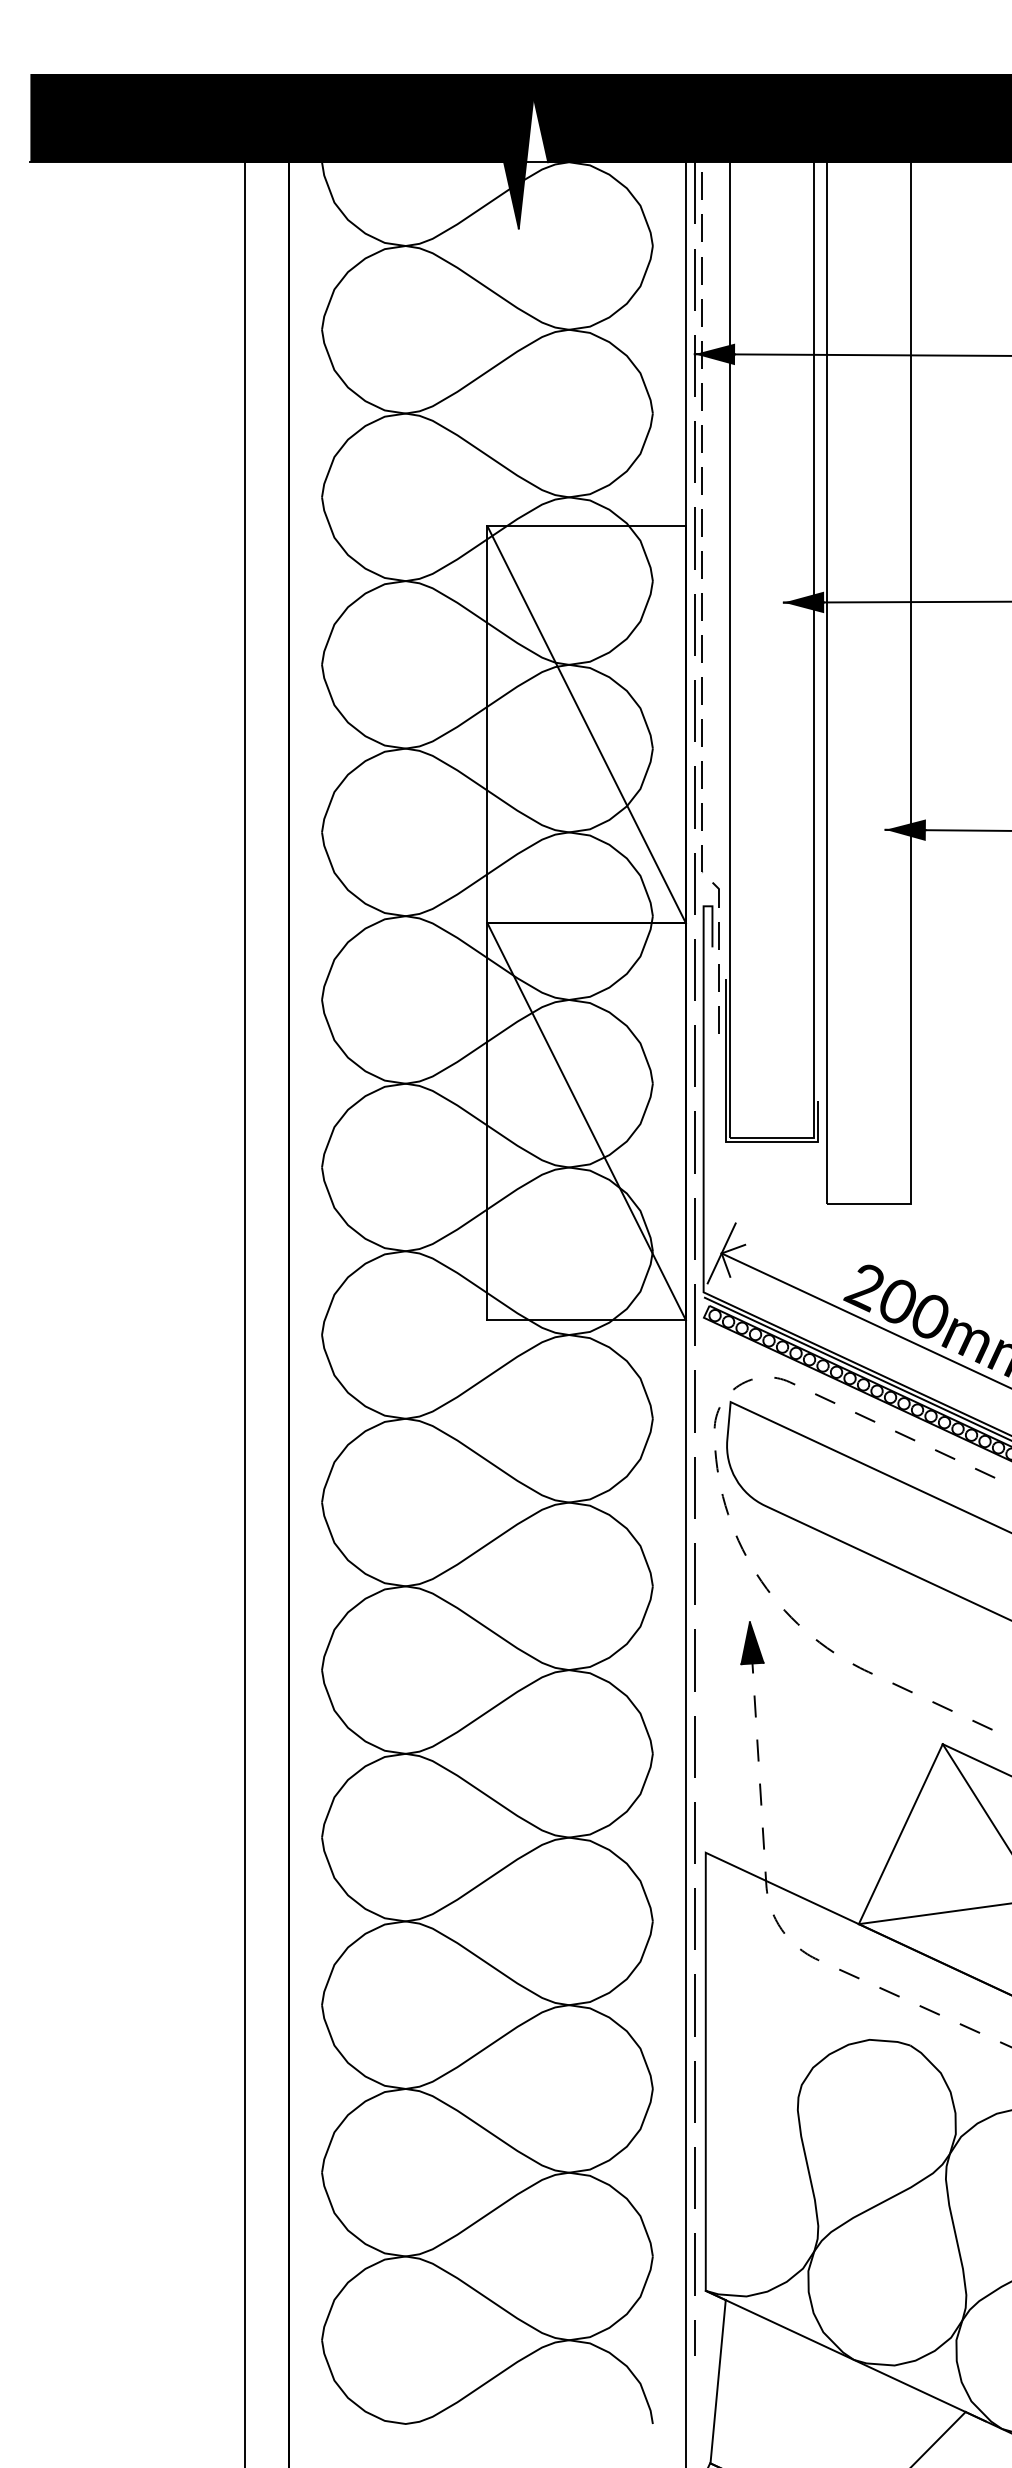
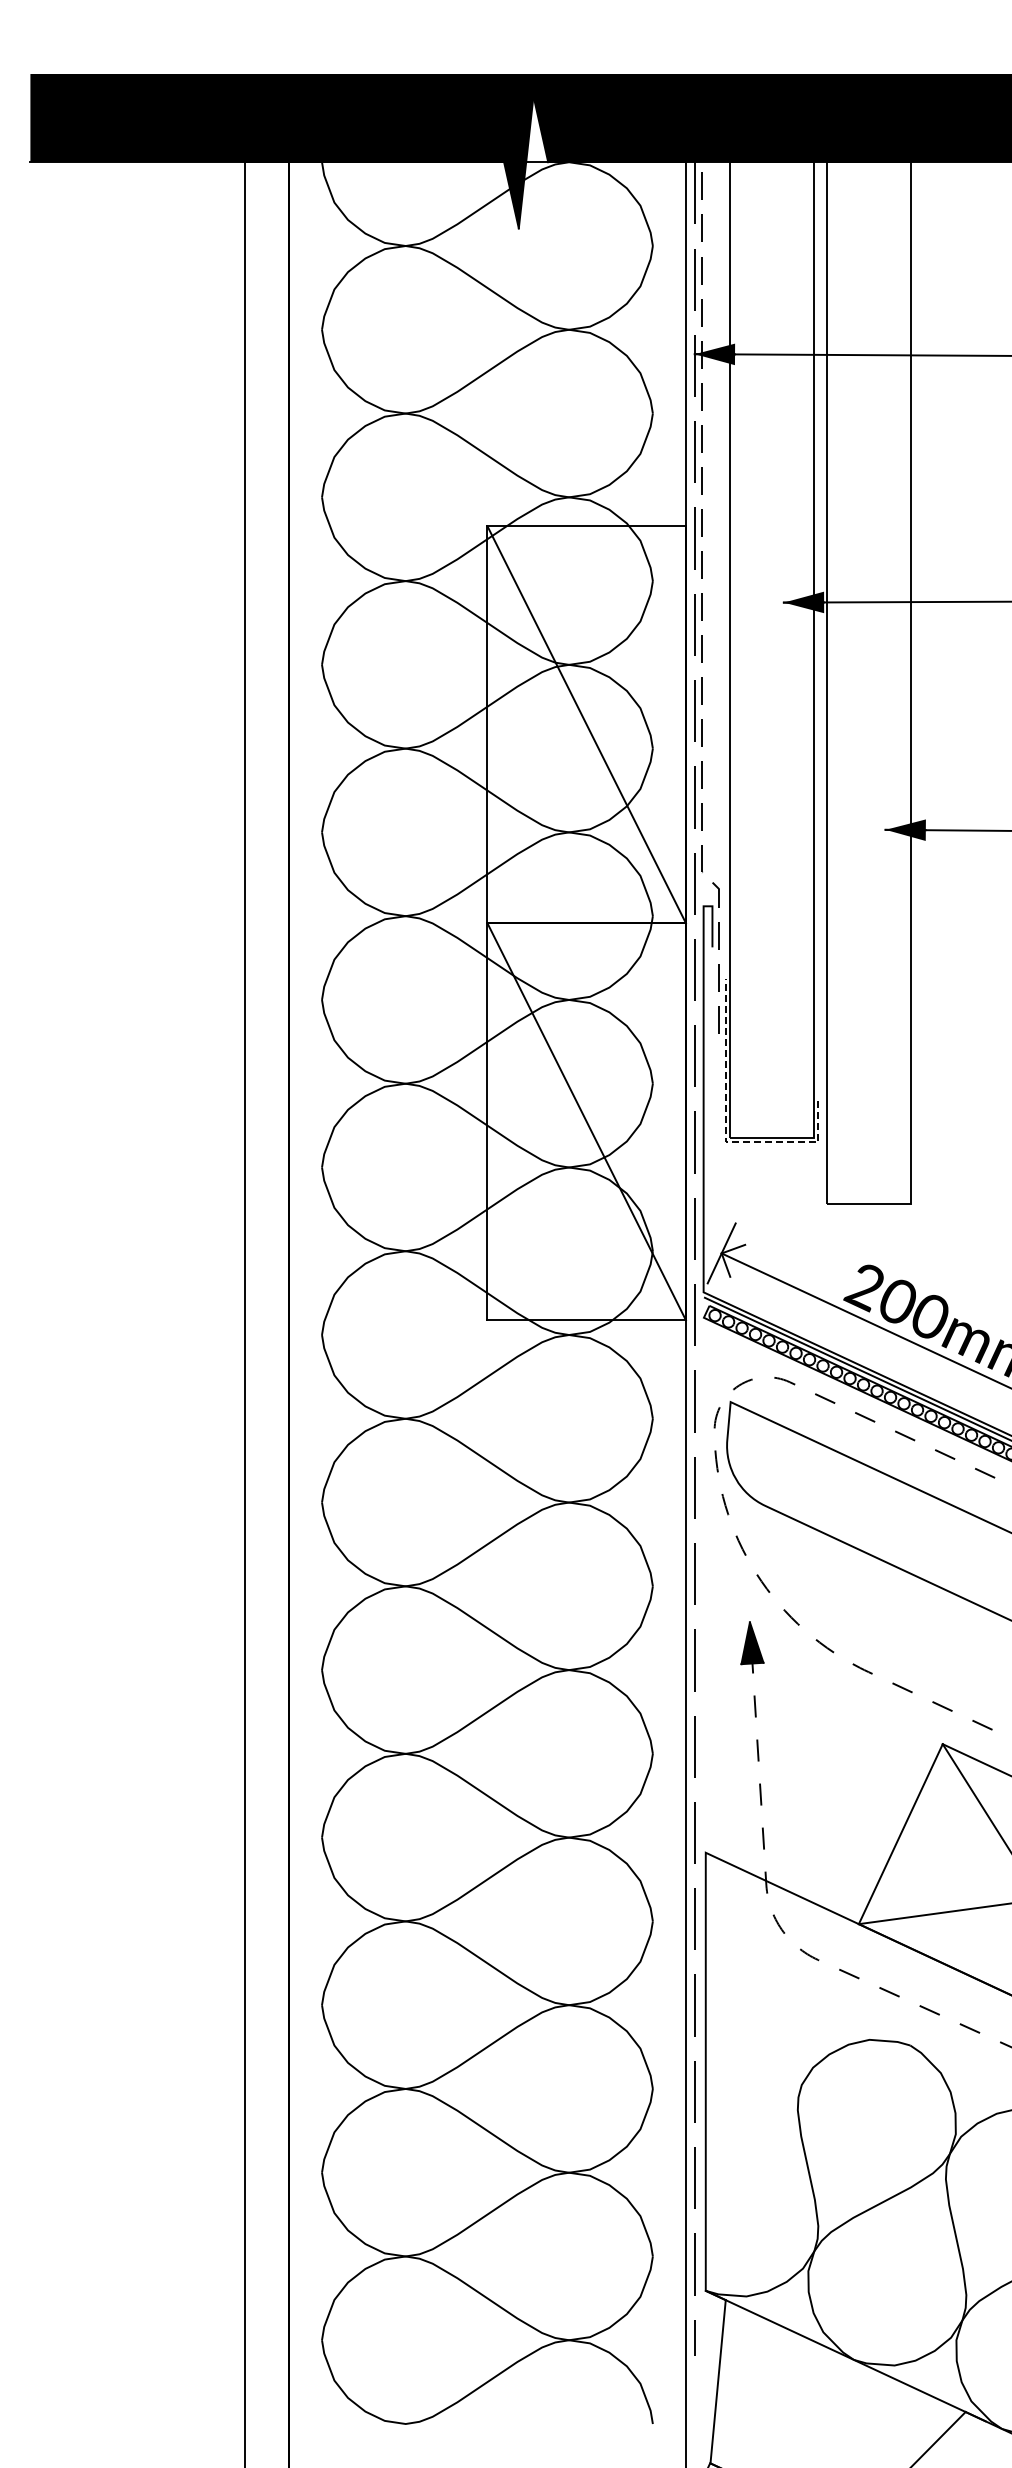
line at (725, 1129): solid -> dashed
